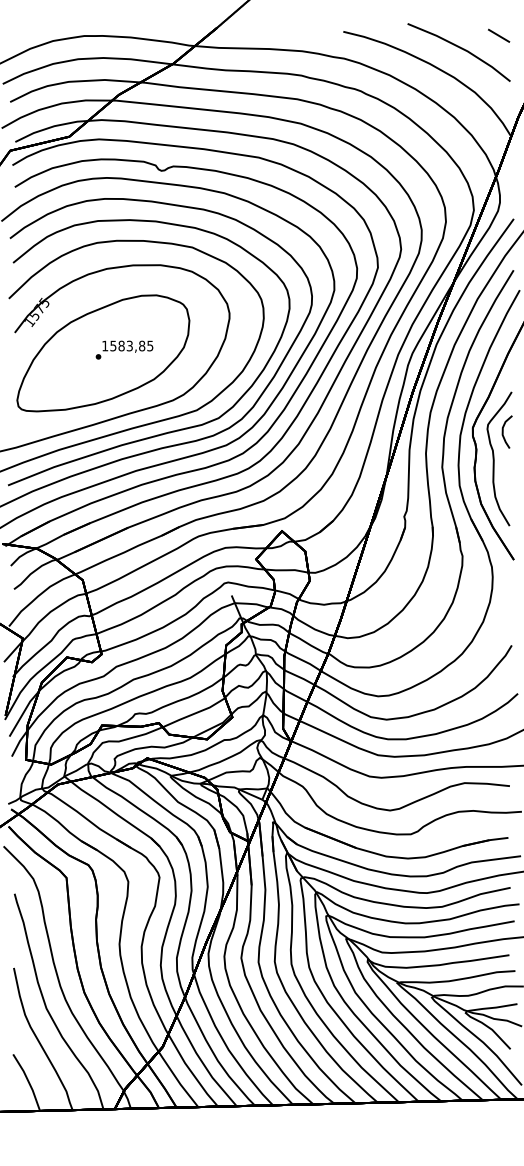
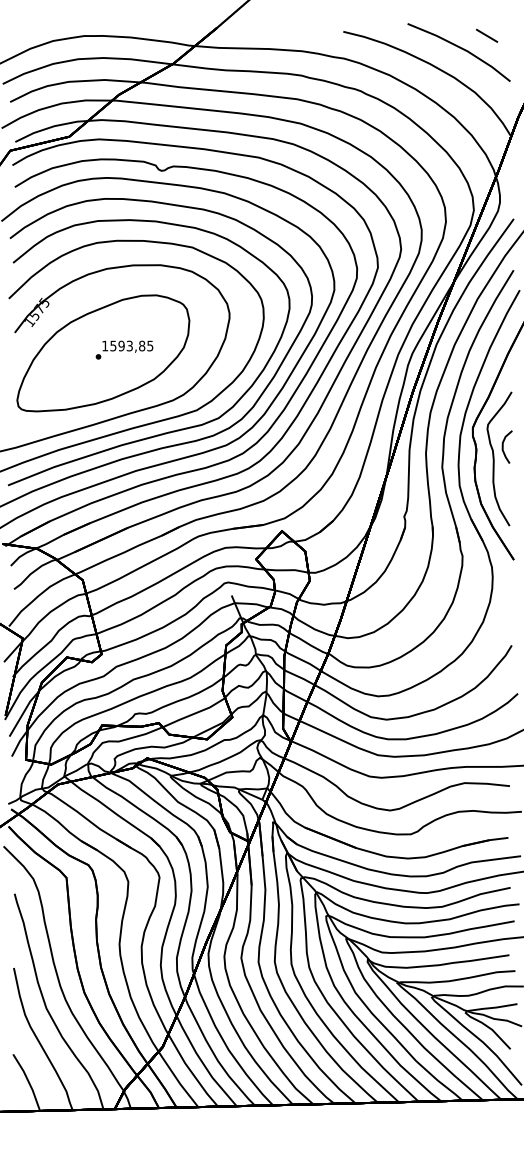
line at (499, 35) position: (499, 35) -> (487, 35)
text at (121, 346): 1583,85 -> 1593,85
curve at (503, 431) position: (503, 431) -> (503, 446)
